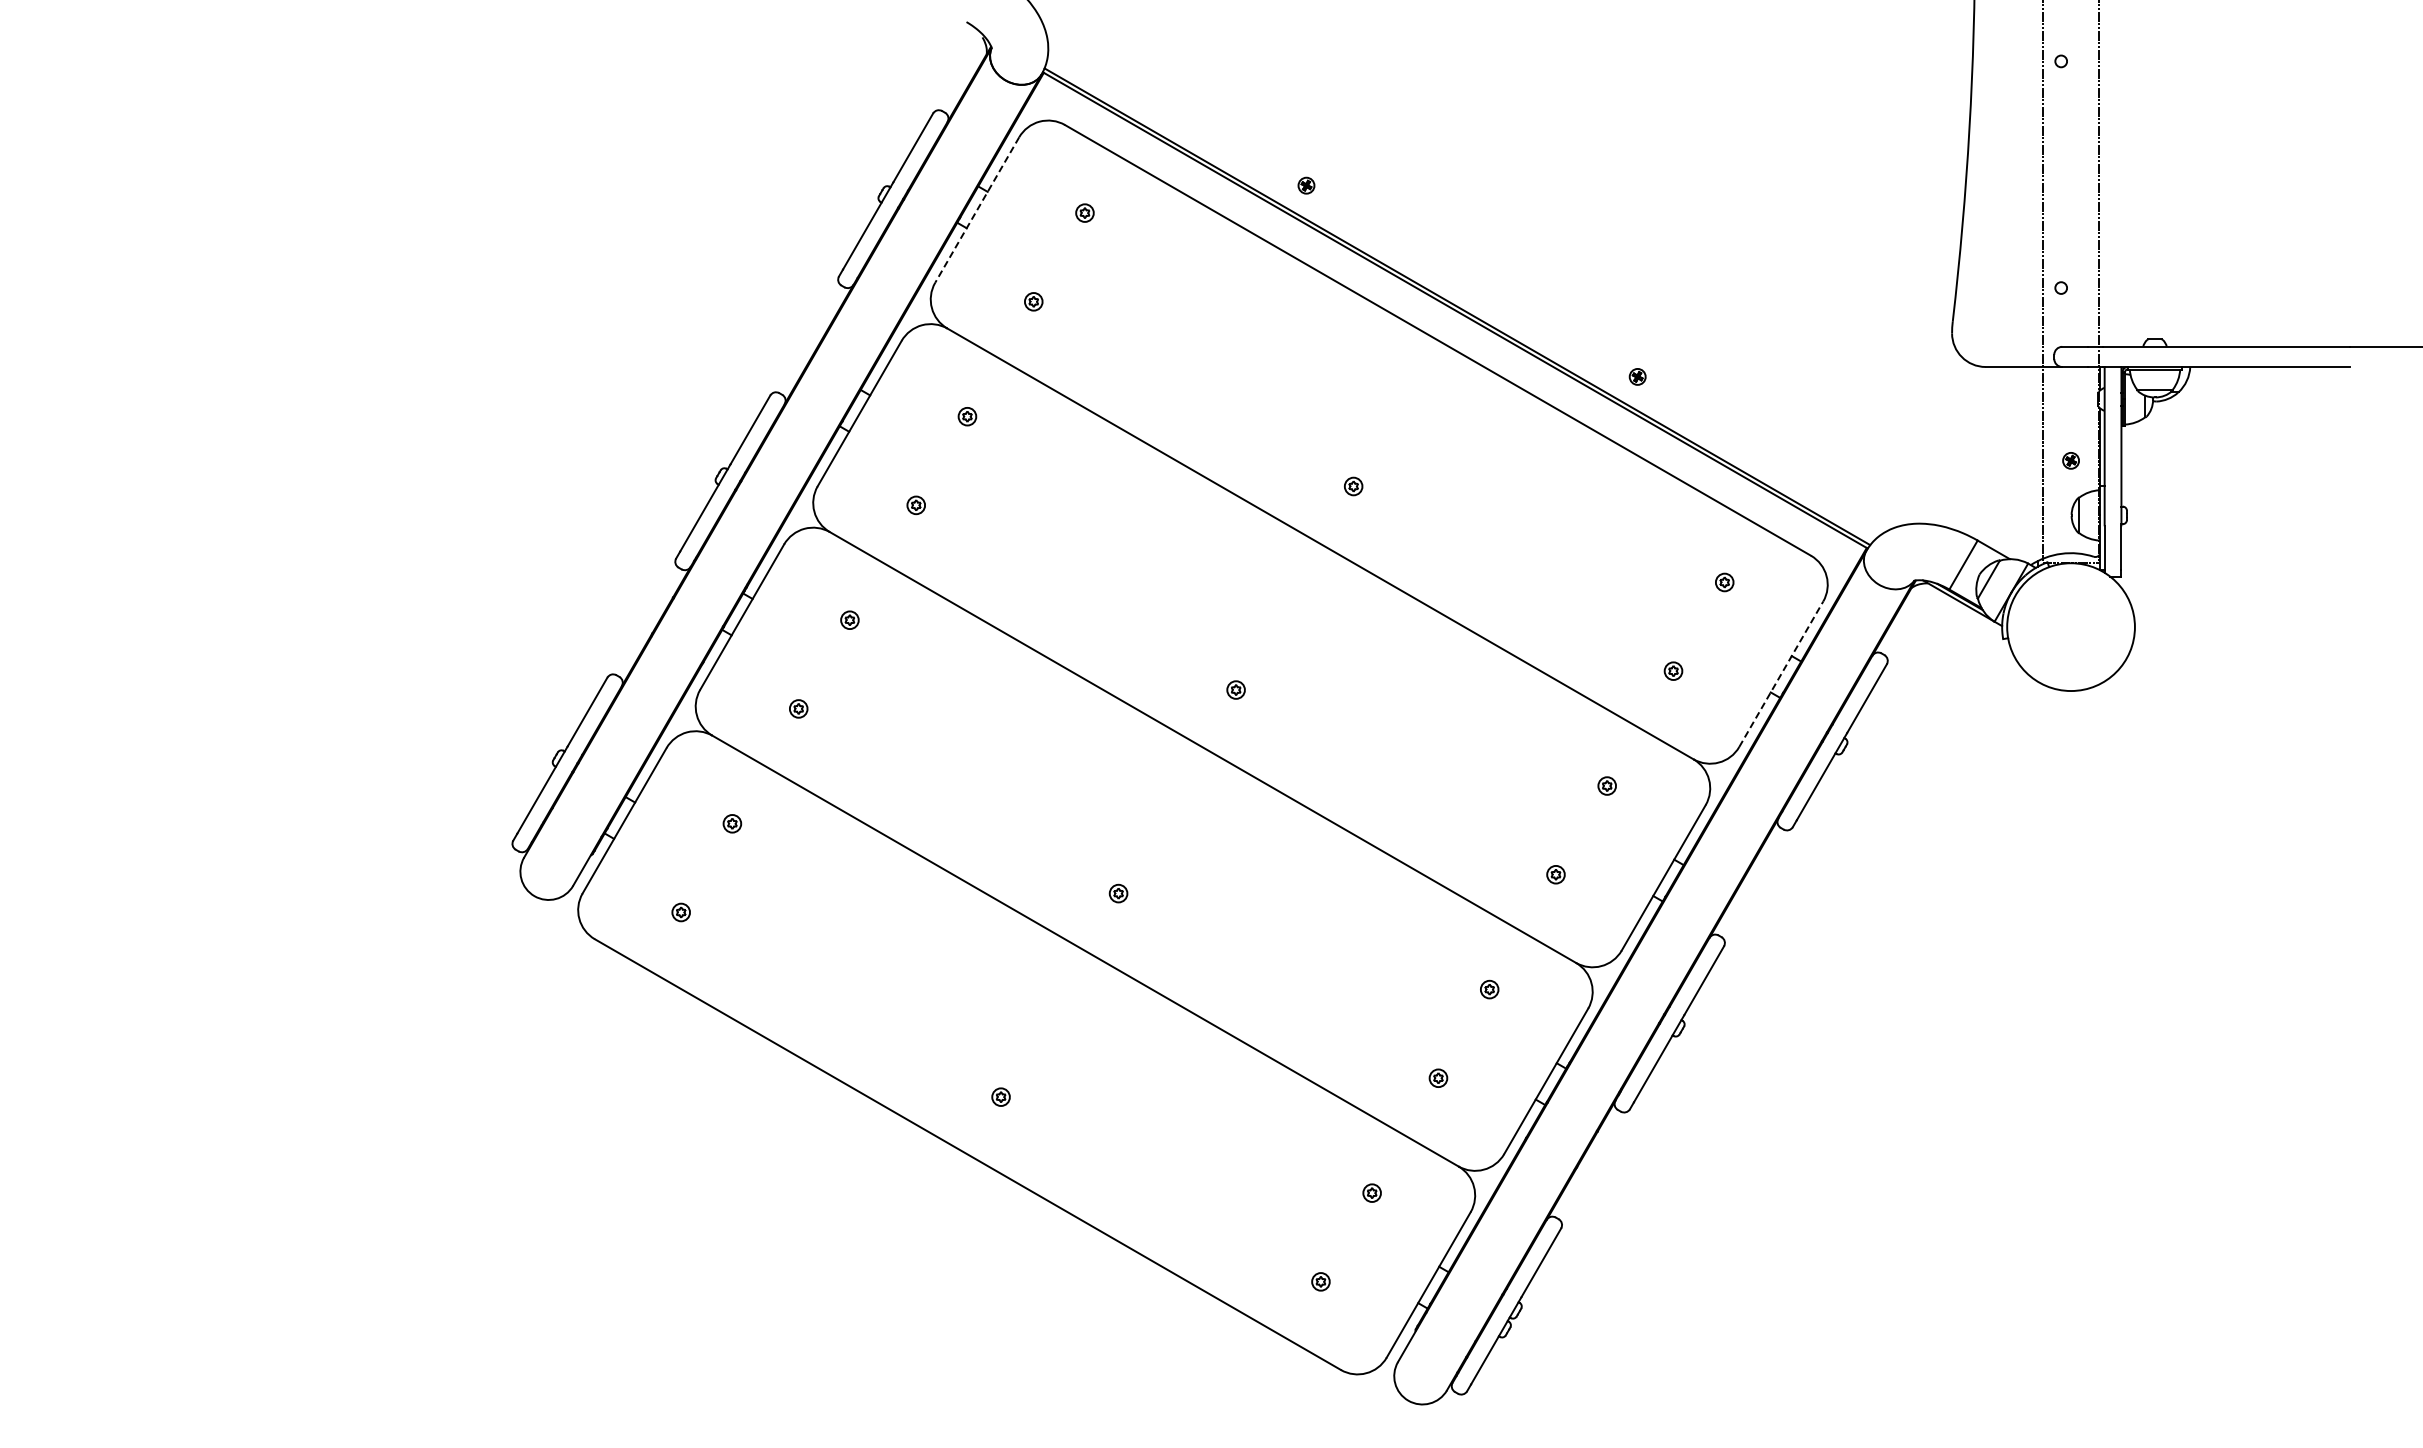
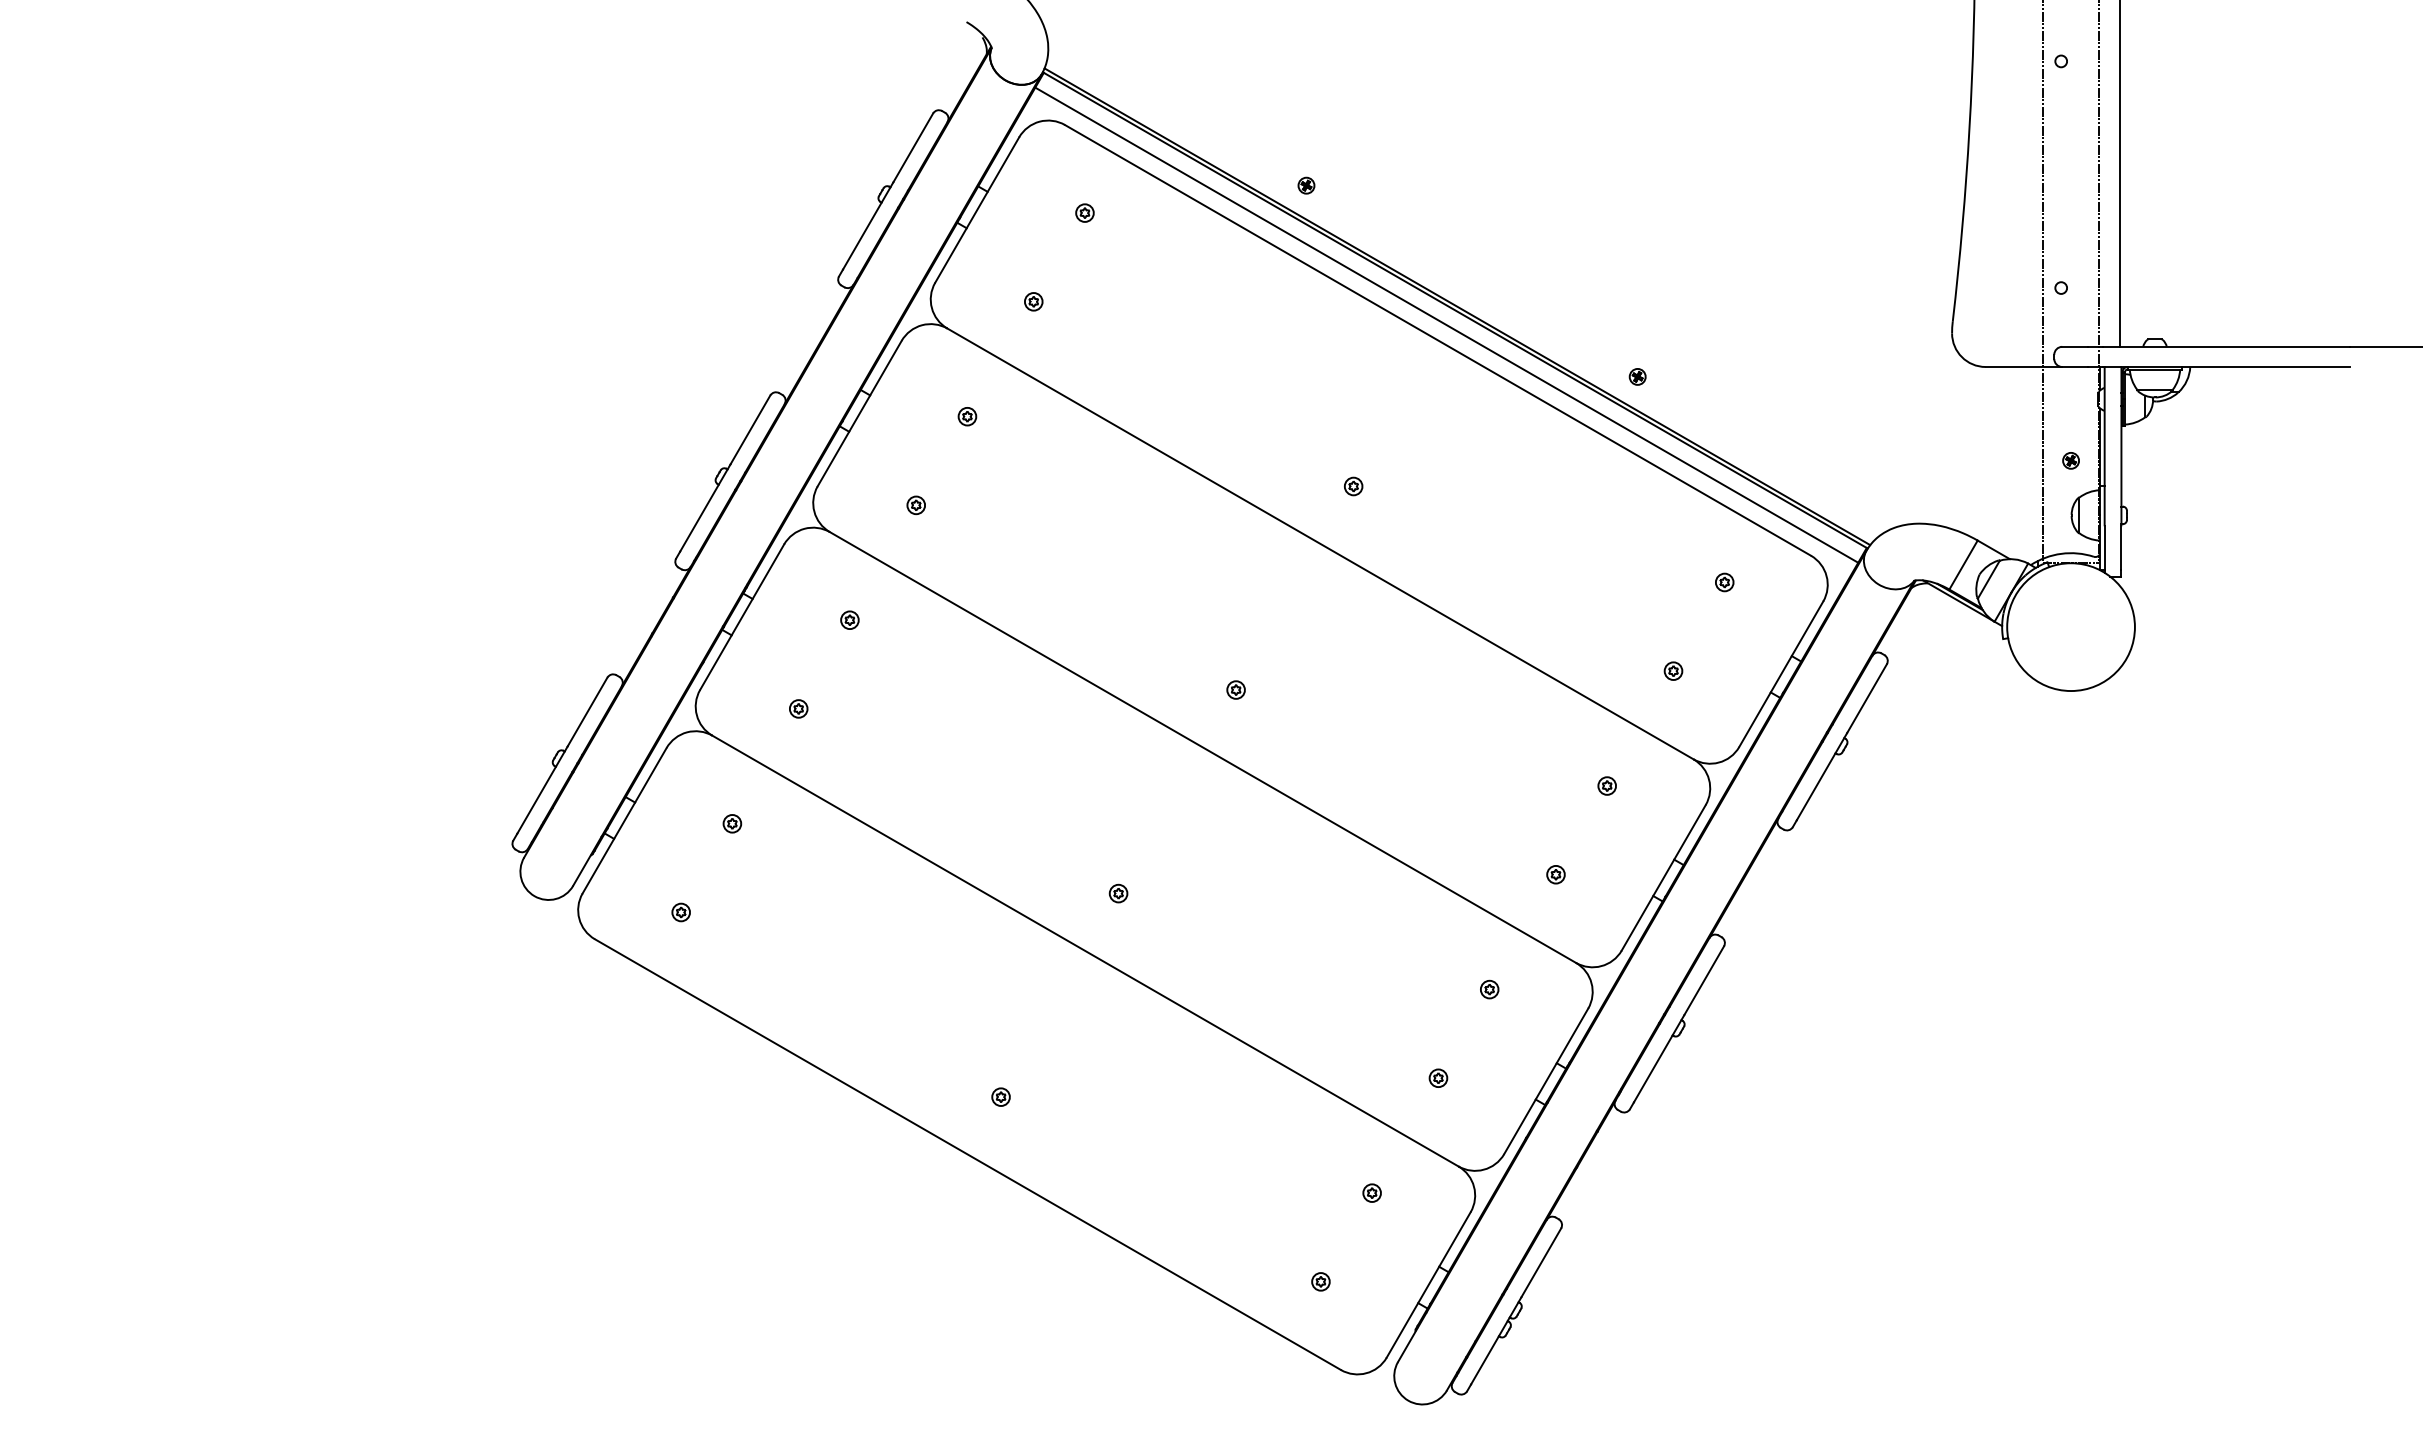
line at (2119, 174): none -> present
line at (977, 210): dashed -> solid
line at (1446, 324): none -> present
line at (1781, 674): dashed -> solid
